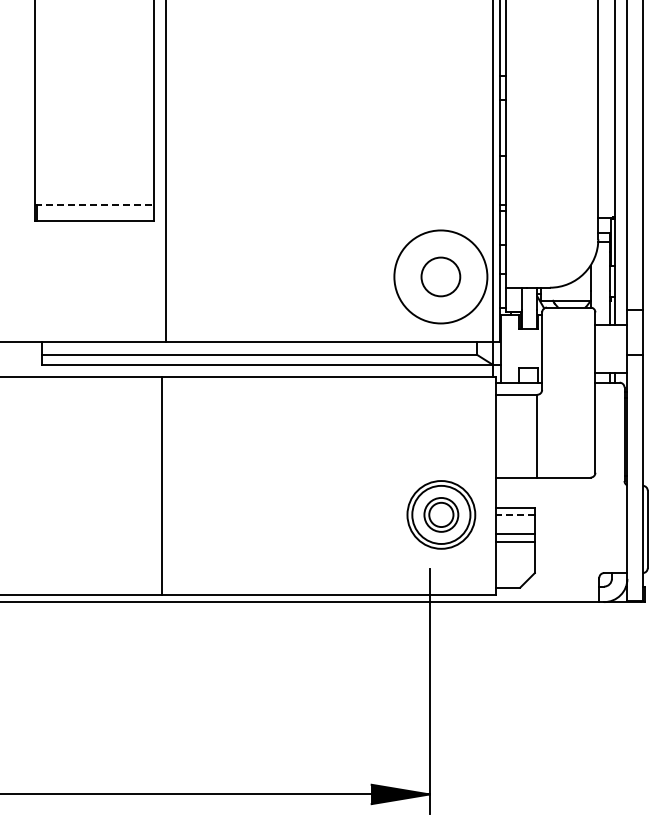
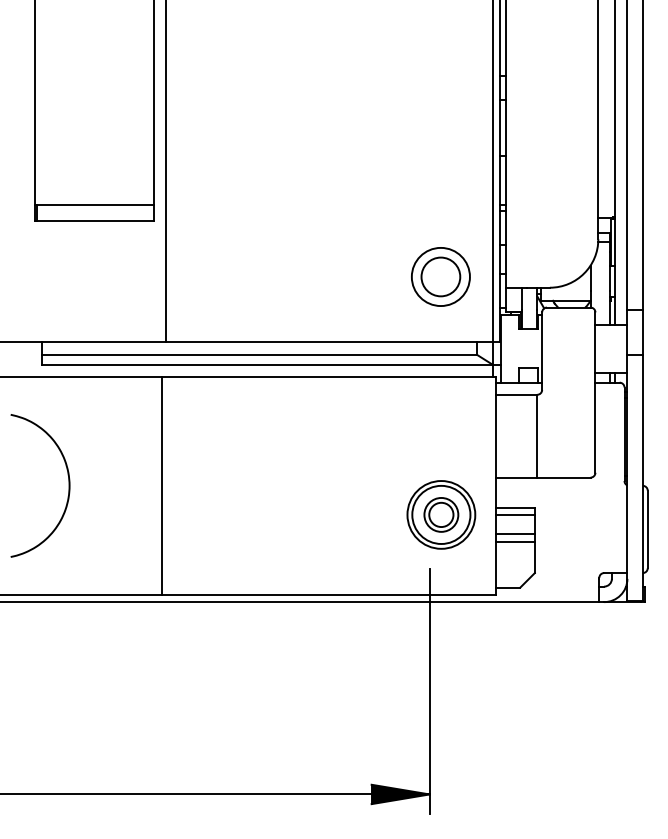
line at (94, 205): dashed -> solid
circle at (440, 276) diameter: 93 px -> 58 px
curve at (68, 485): none -> present
line at (515, 514): dashed -> solid
